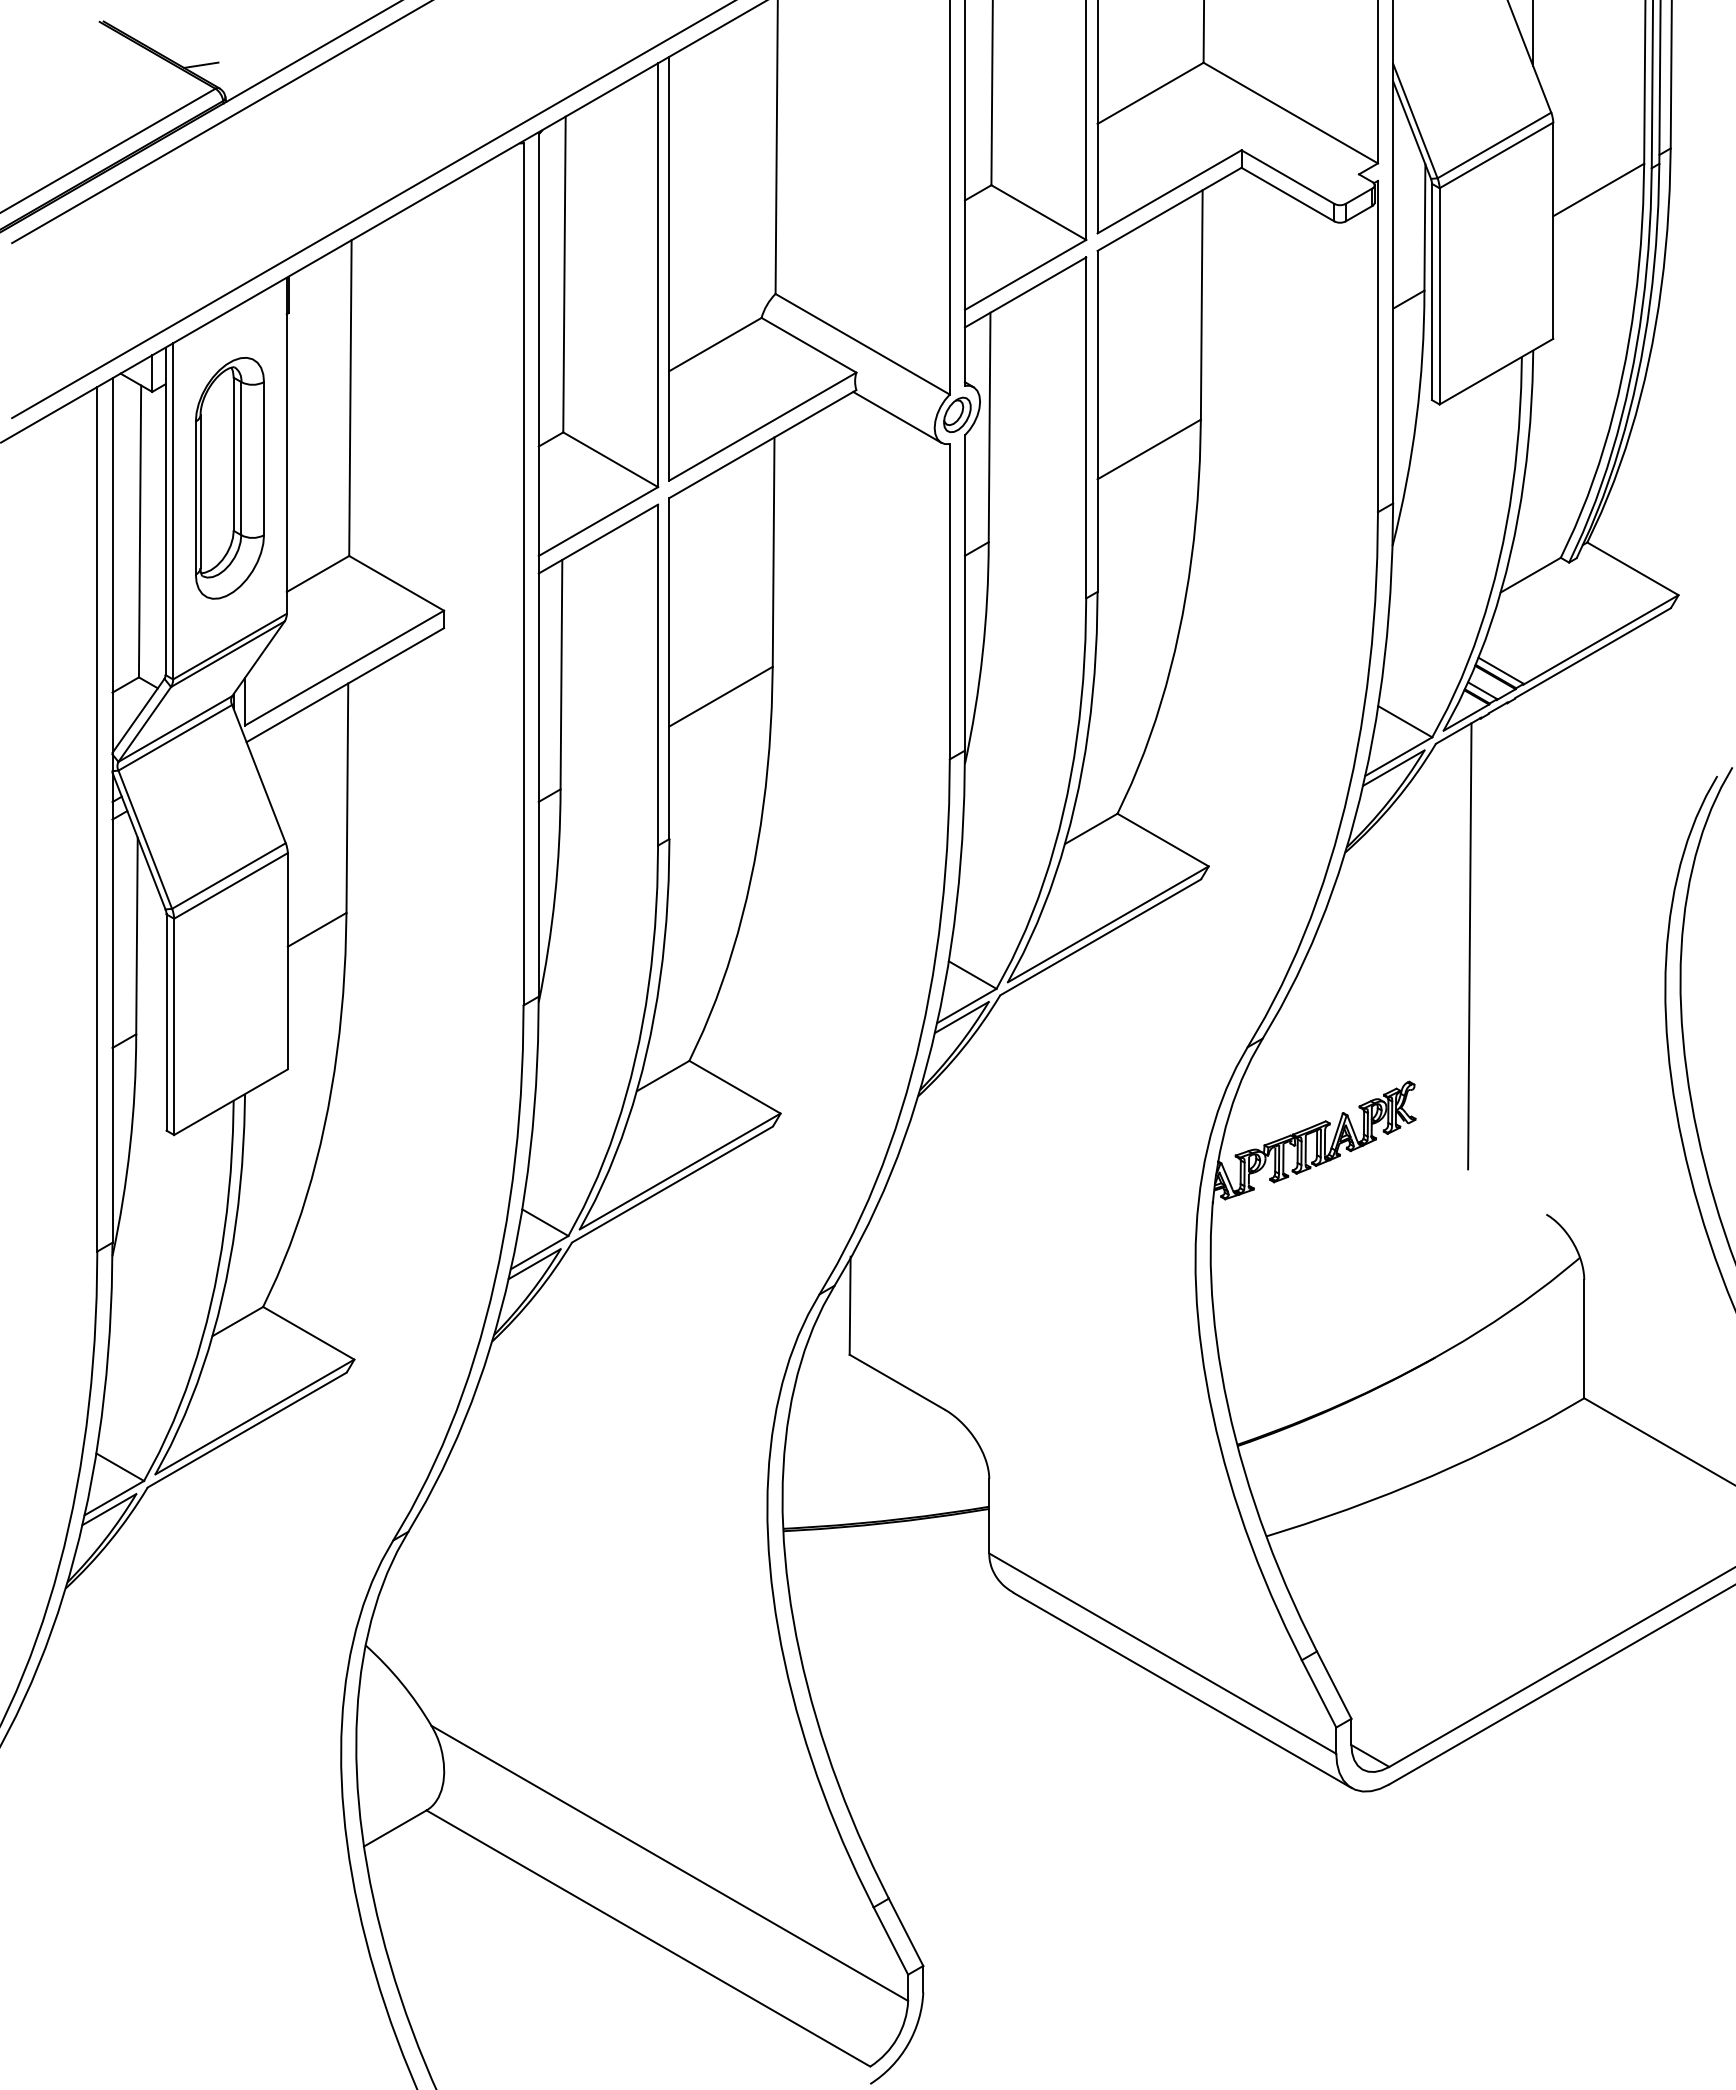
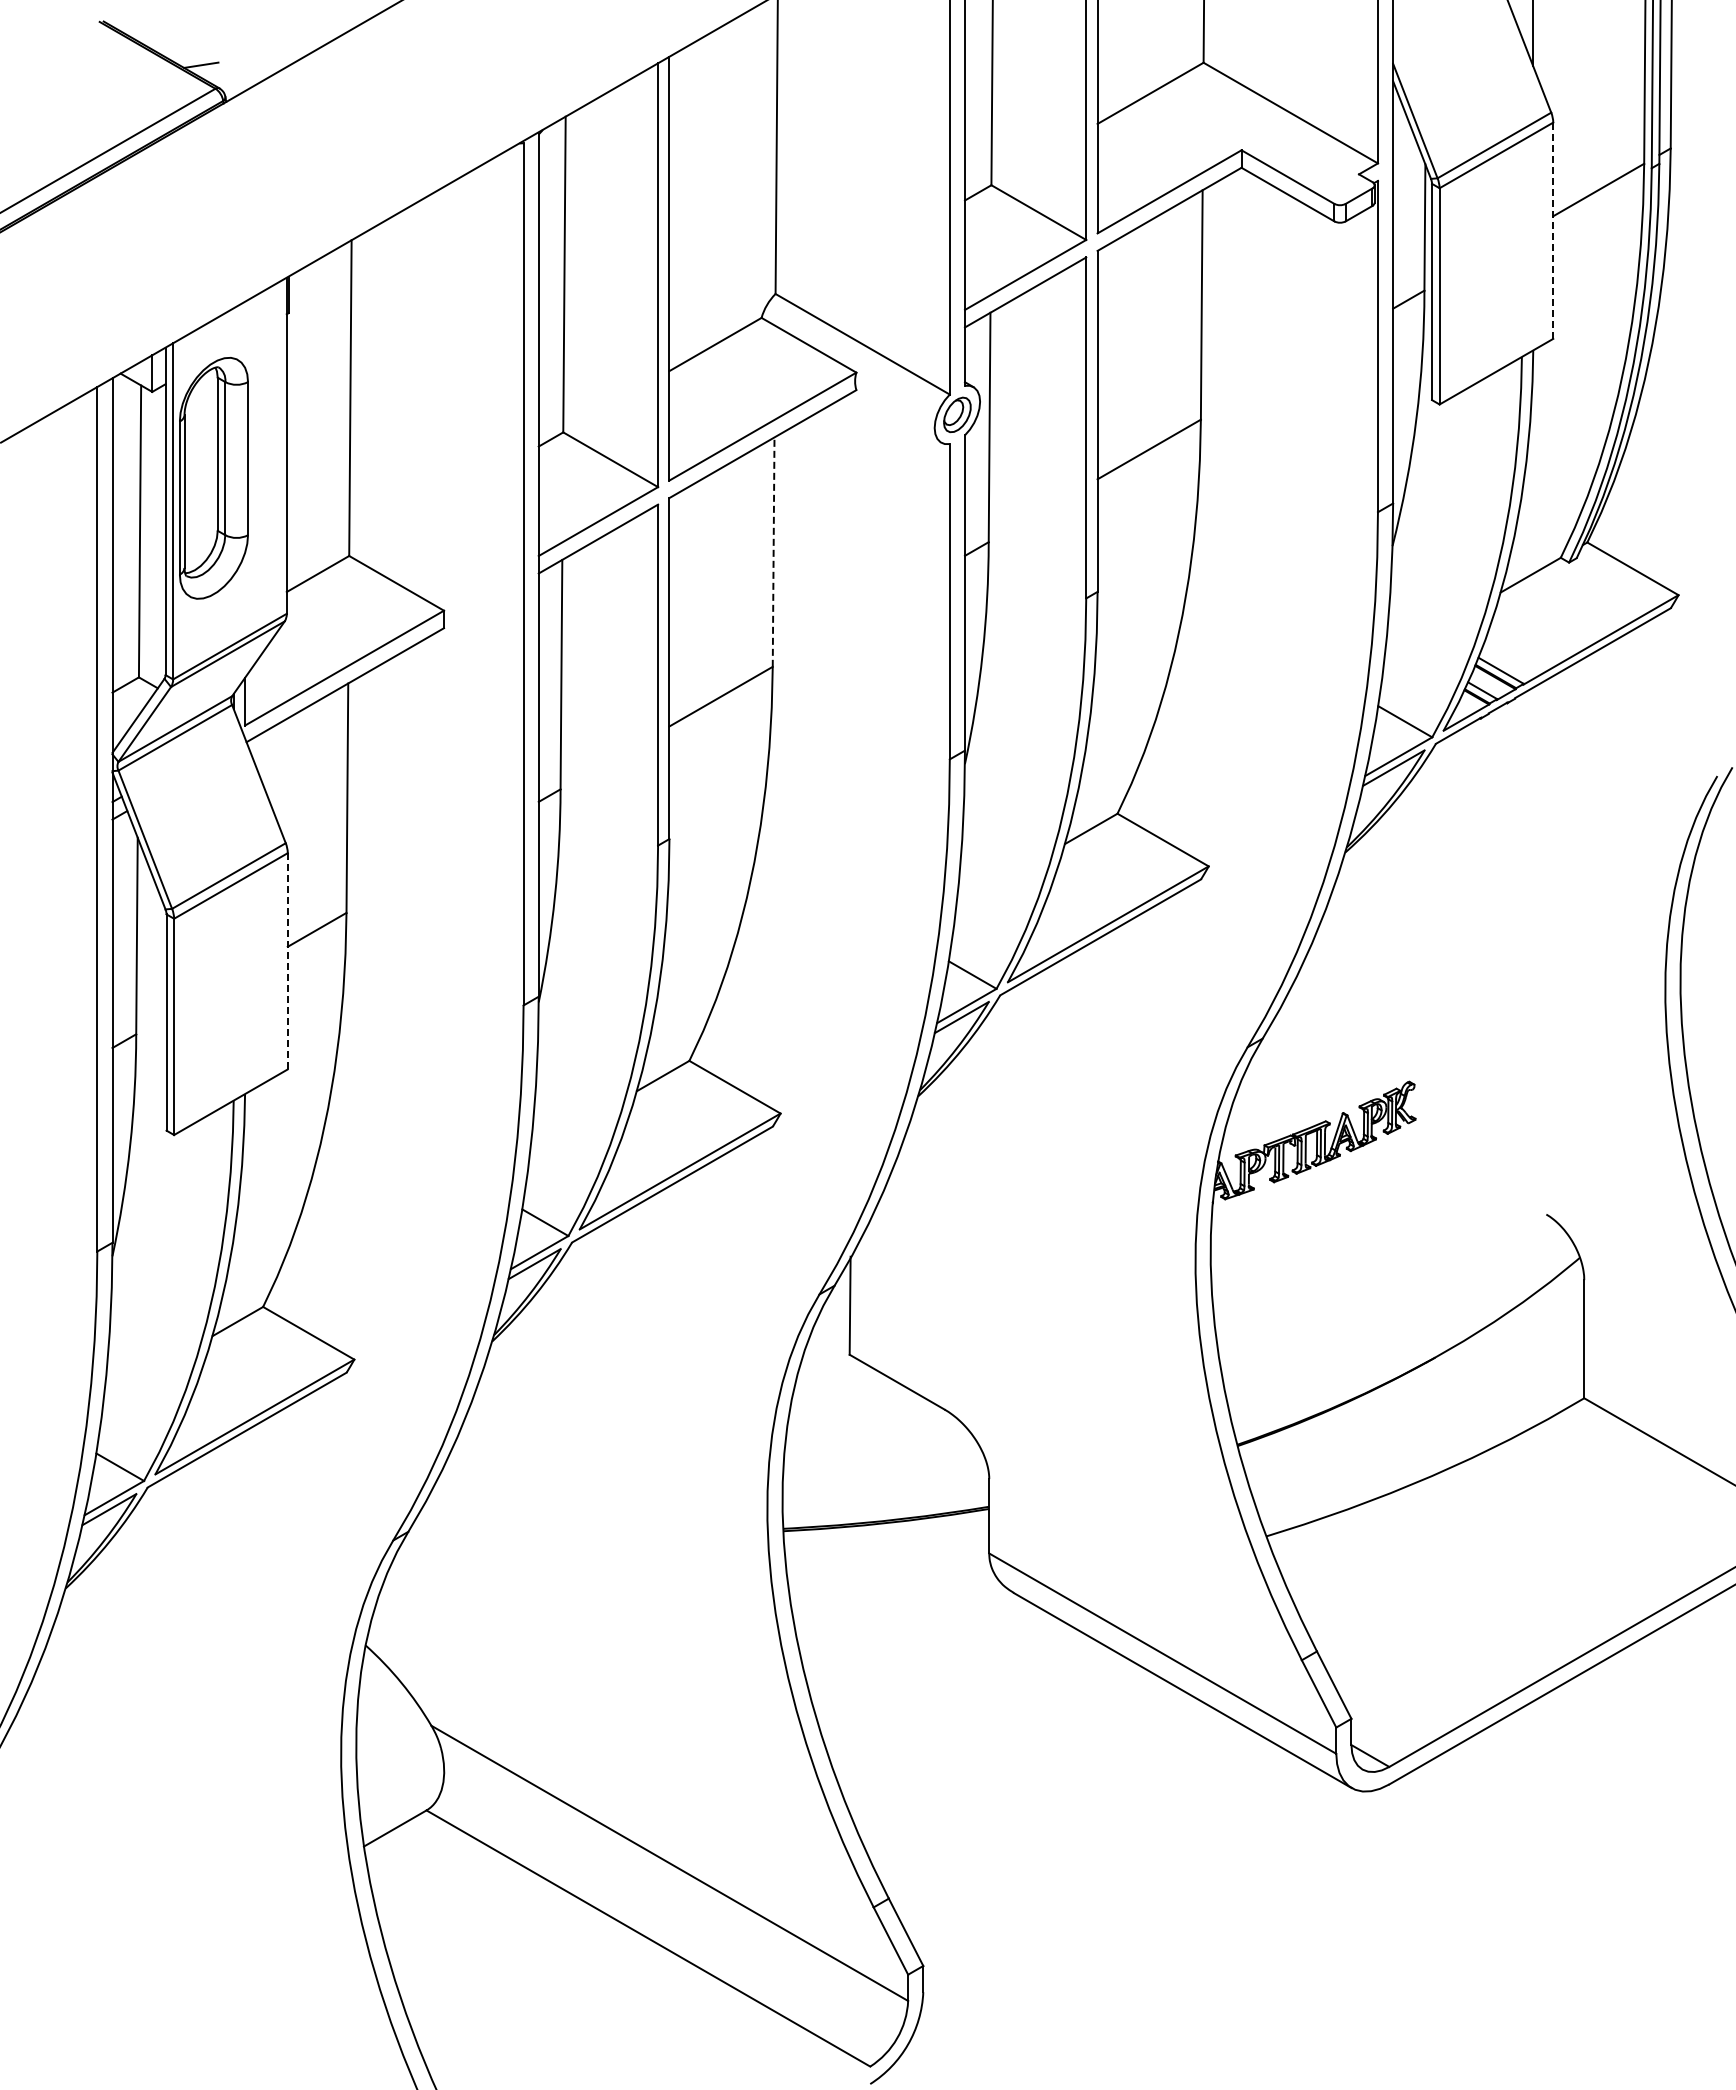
line at (220, 122): present -> none
line at (372, 210): present -> none
line at (1553, 230): solid -> dashed
line at (897, 416): present -> none
part at (229, 478) position: (229, 478) -> (213, 478)
line at (773, 552): solid -> dashed
line at (1469, 946): present -> none
line at (287, 960): solid -> dashed
